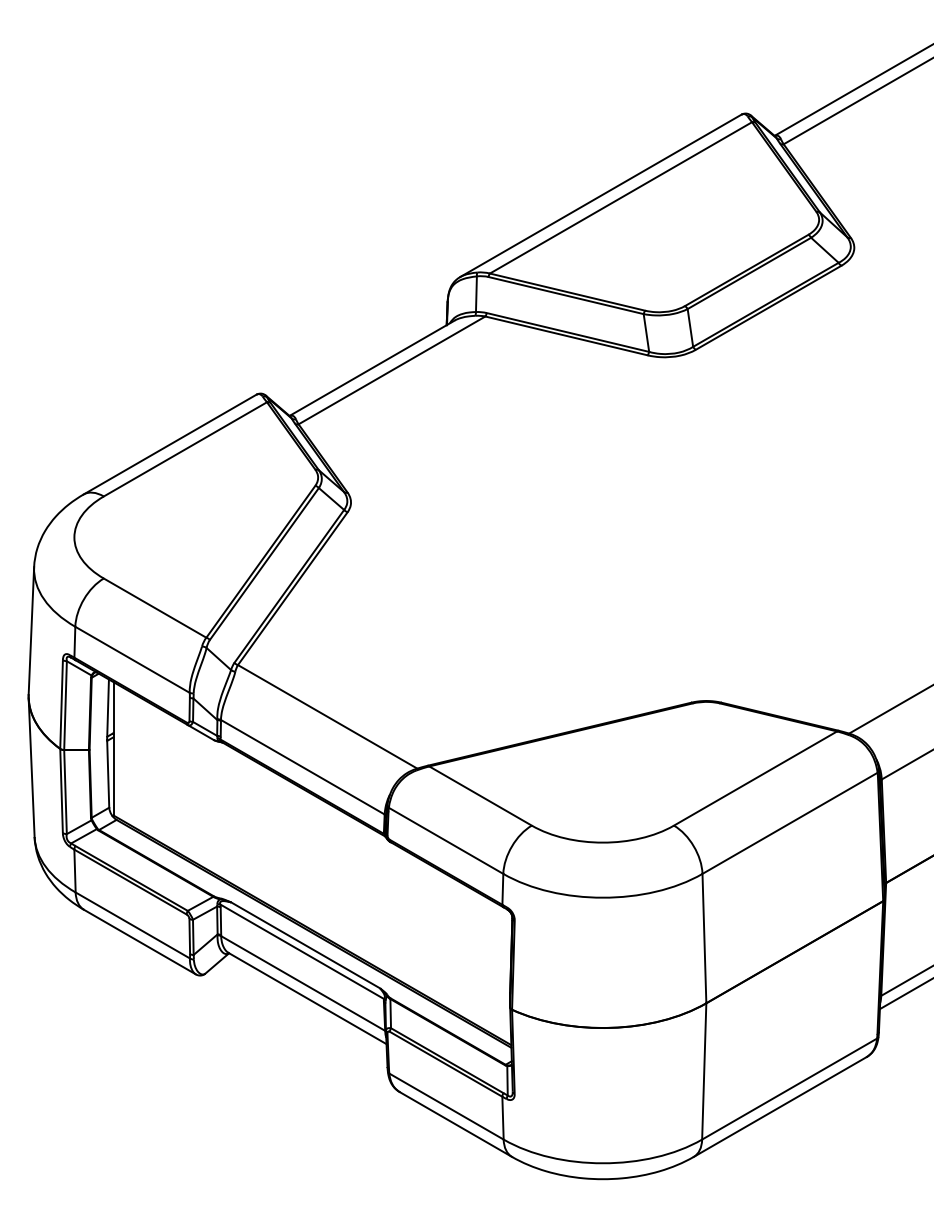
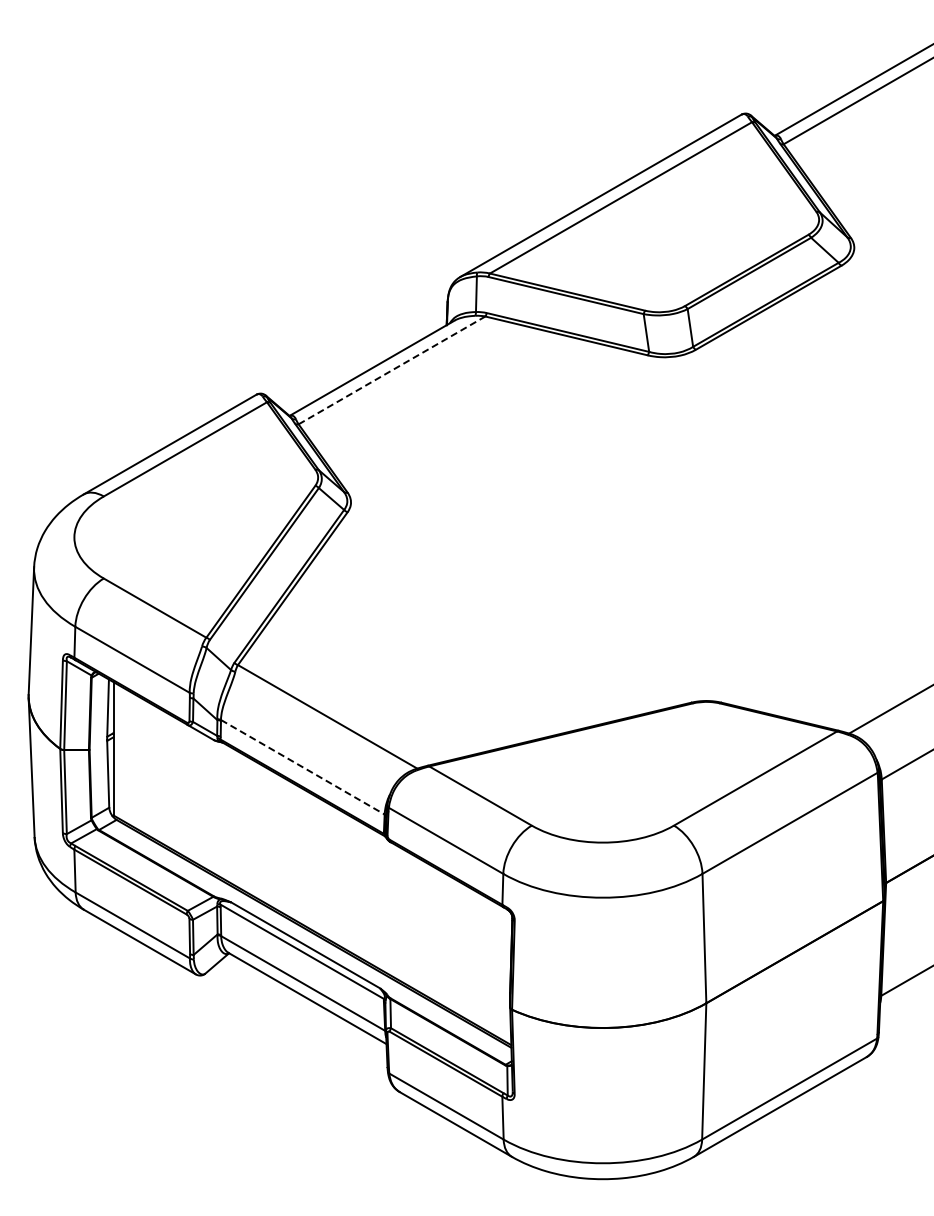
line at (392, 370): solid -> dashed
line at (302, 767): solid -> dashed
line at (904, 994): present -> none
